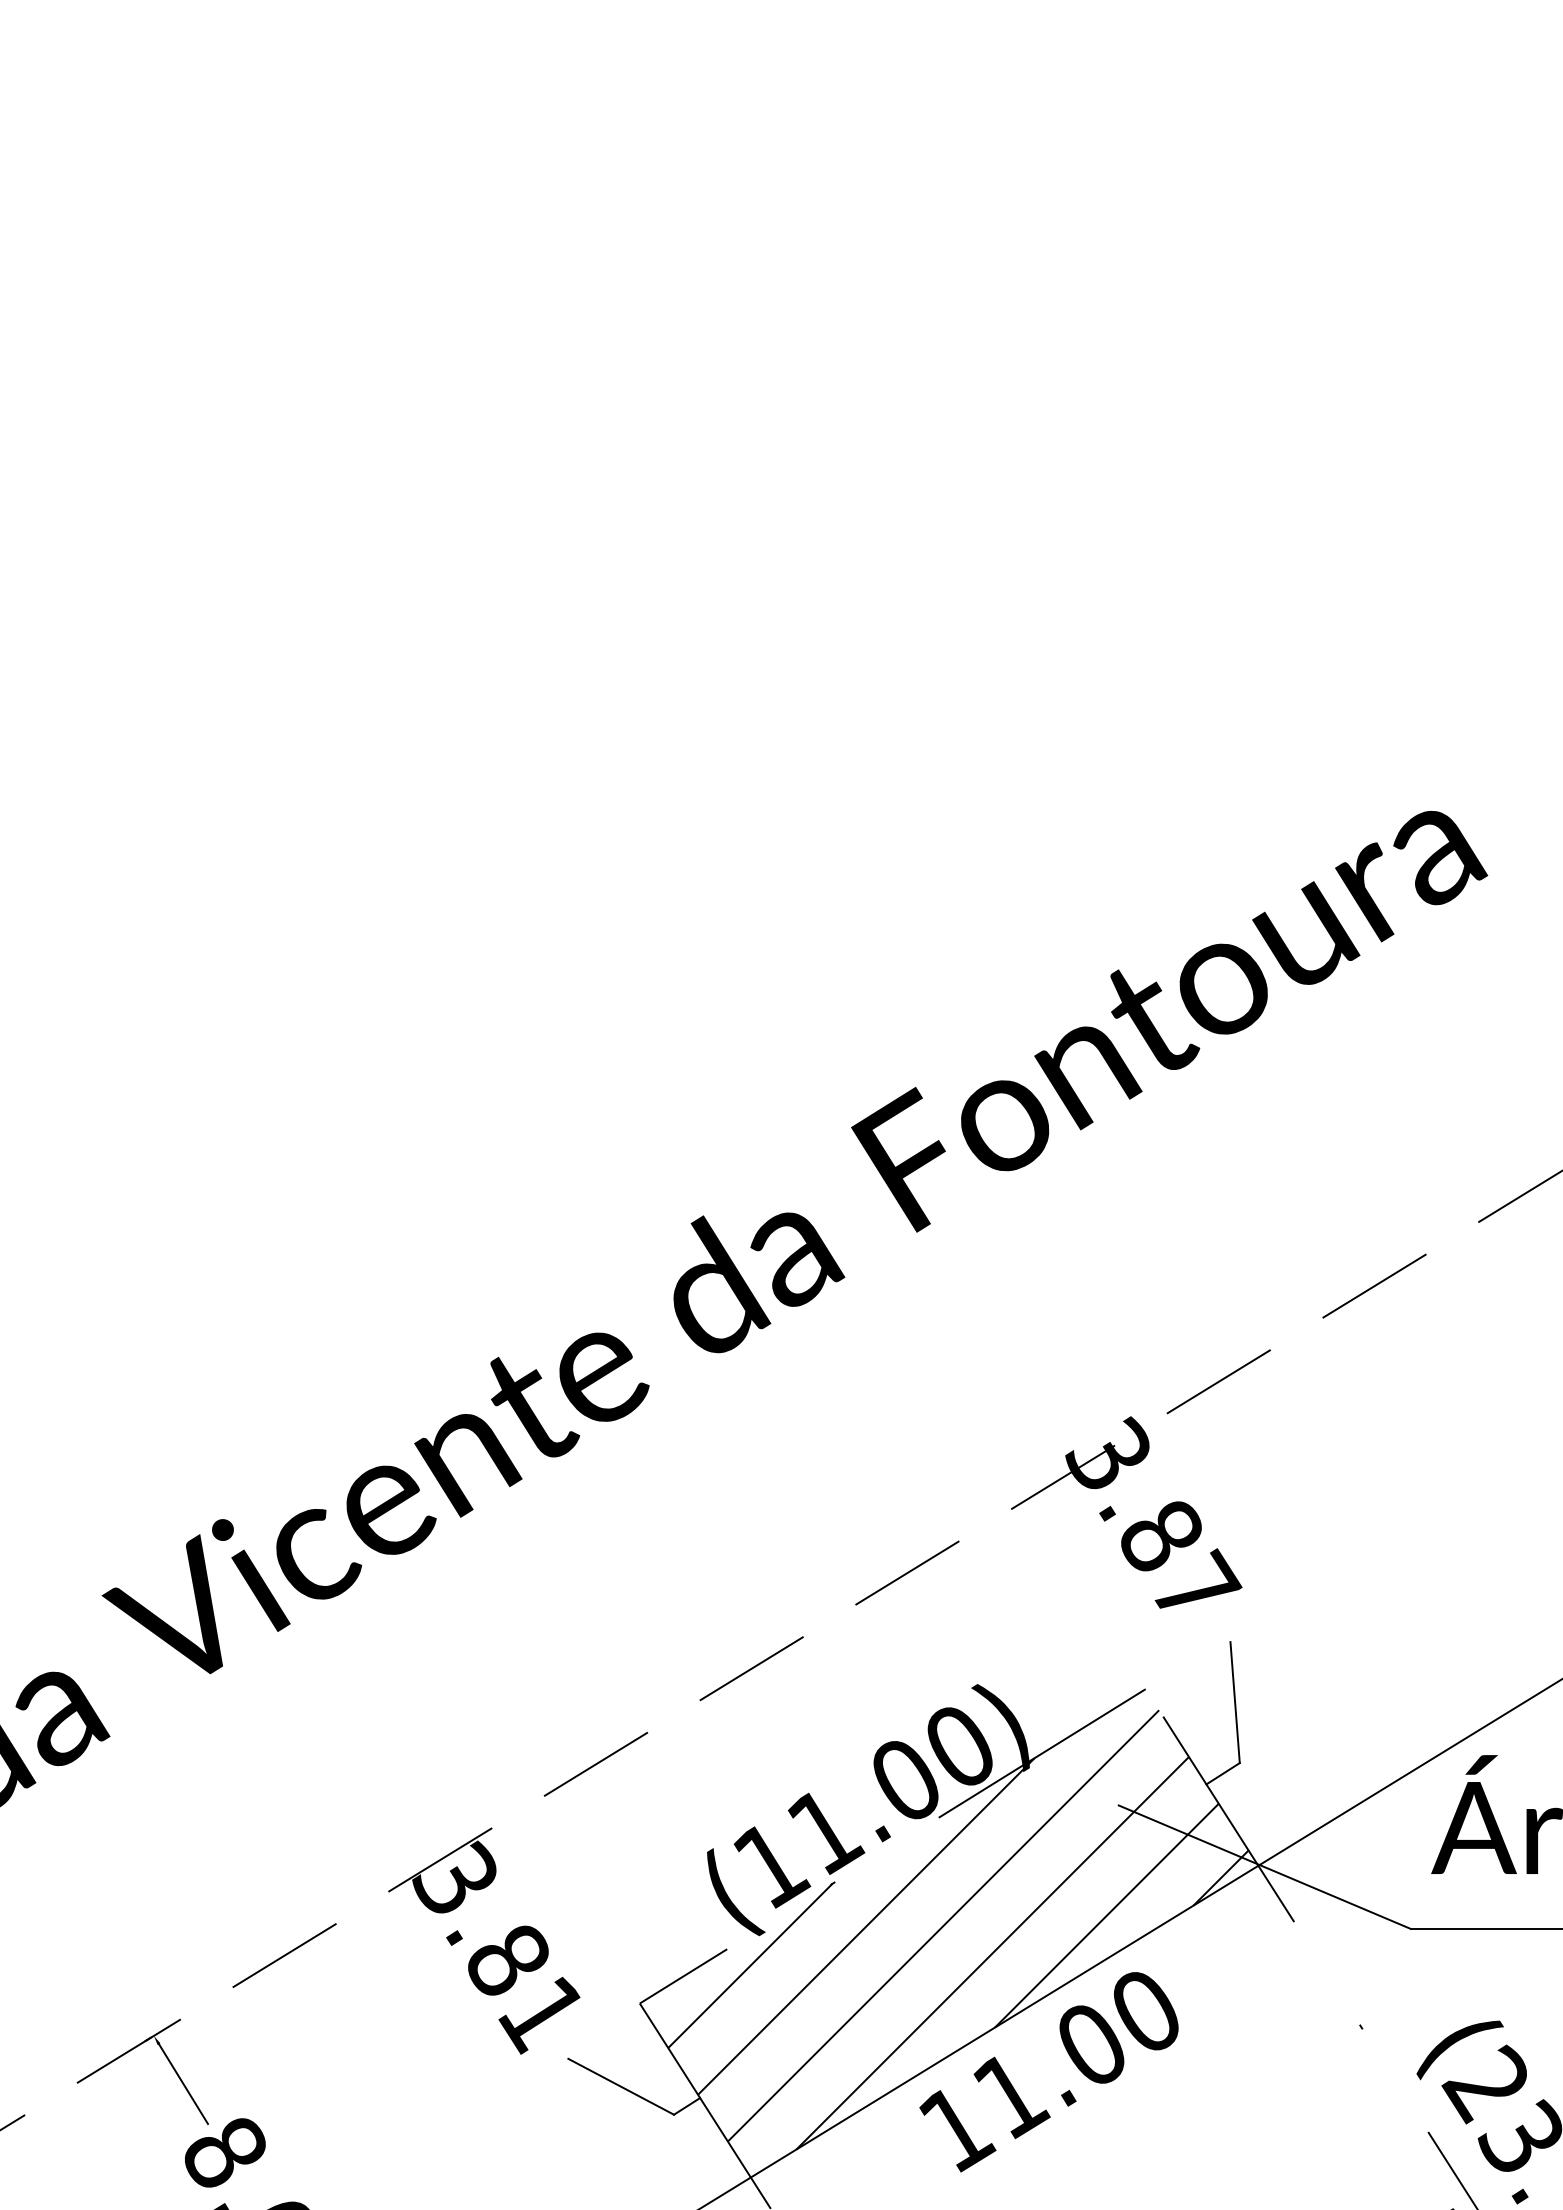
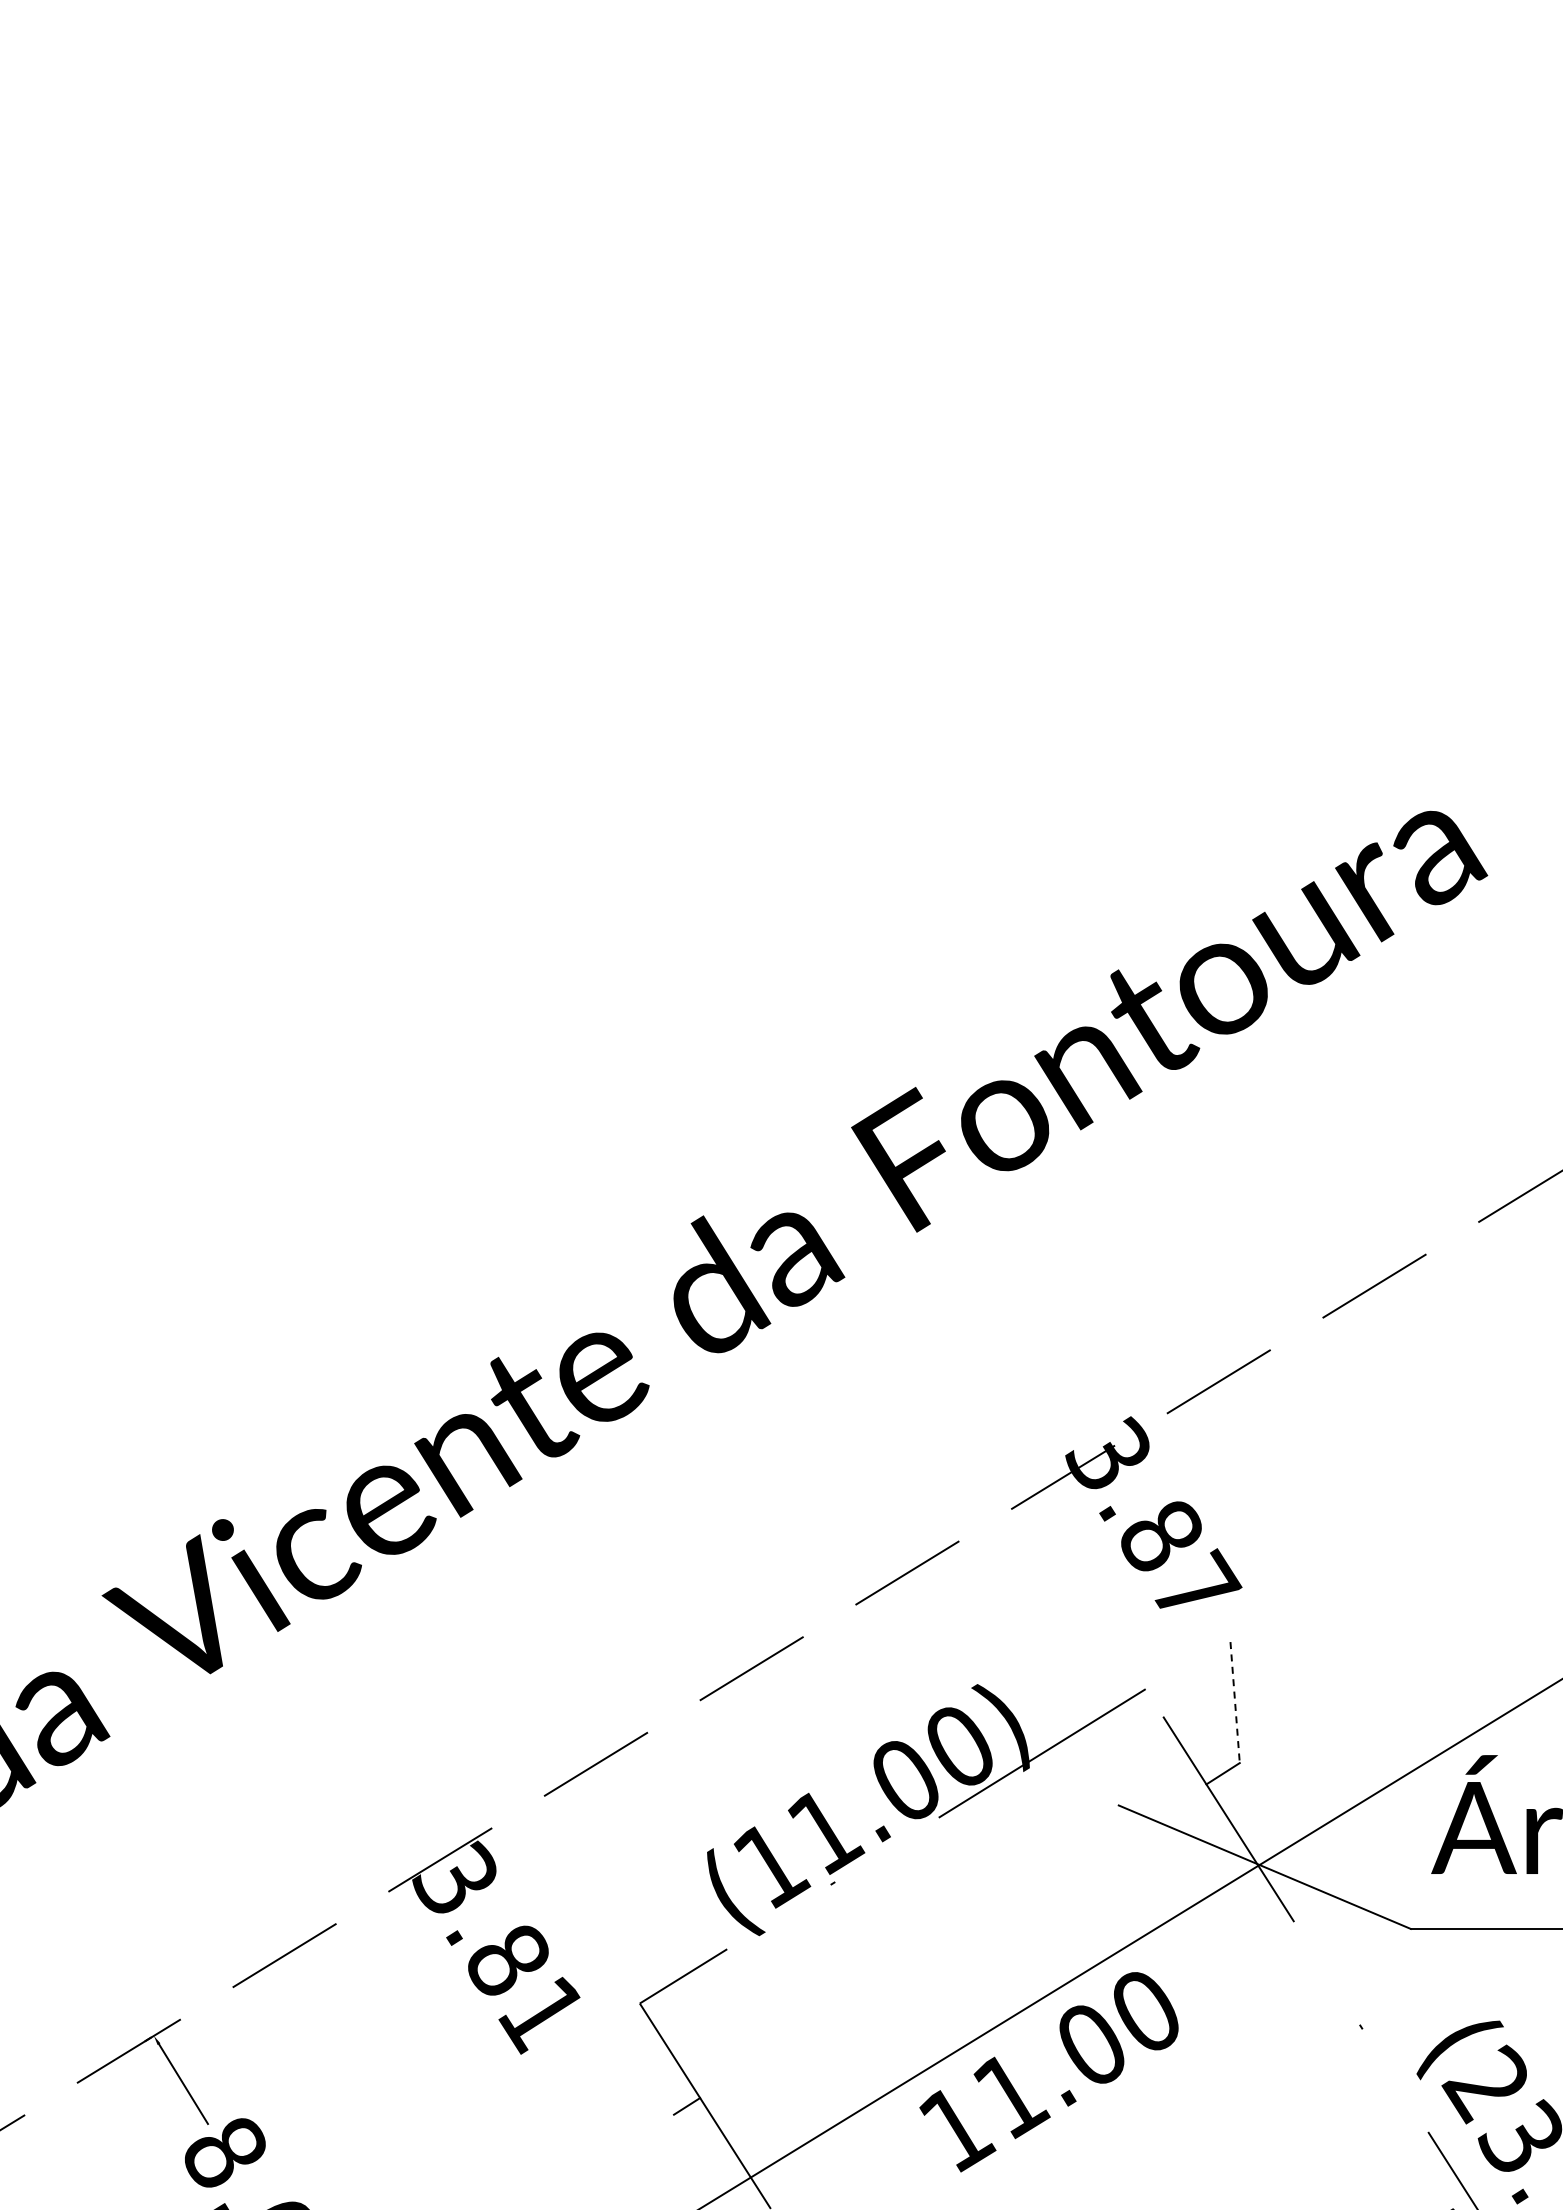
line at (1235, 1702): solid -> dashed
hatch at (958, 1929): present -> none
line at (621, 2086): present -> none
